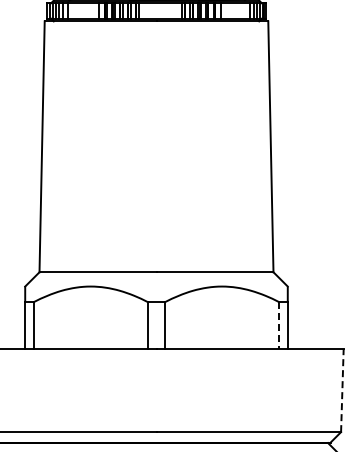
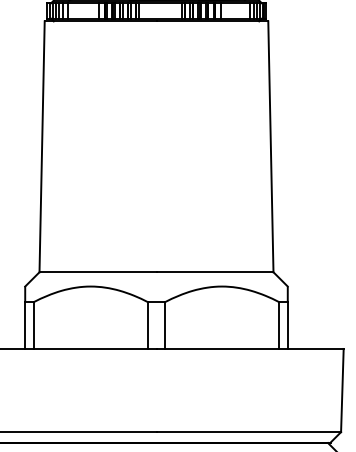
line at (279, 326): dashed -> solid
line at (342, 390): dashed -> solid
